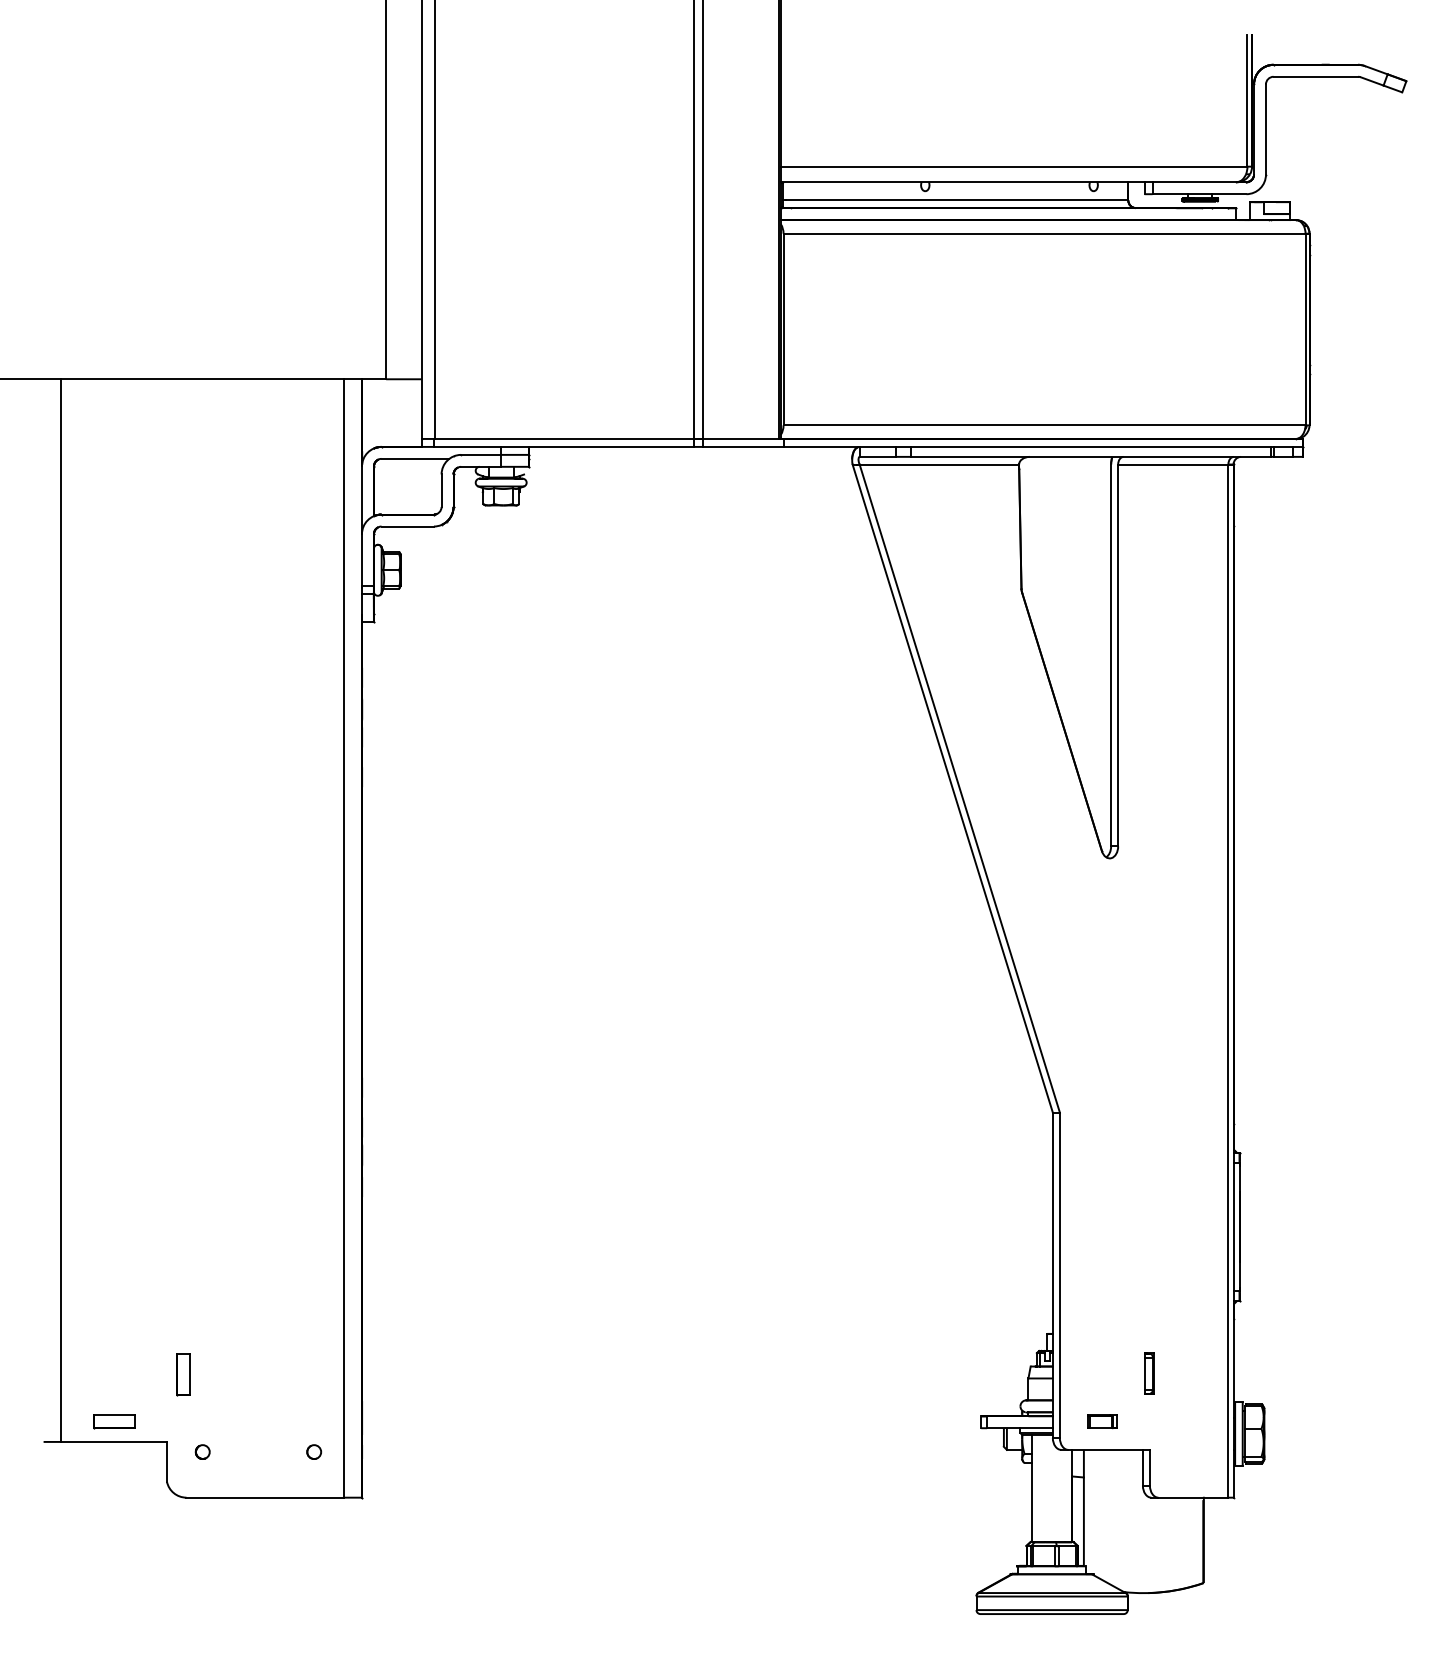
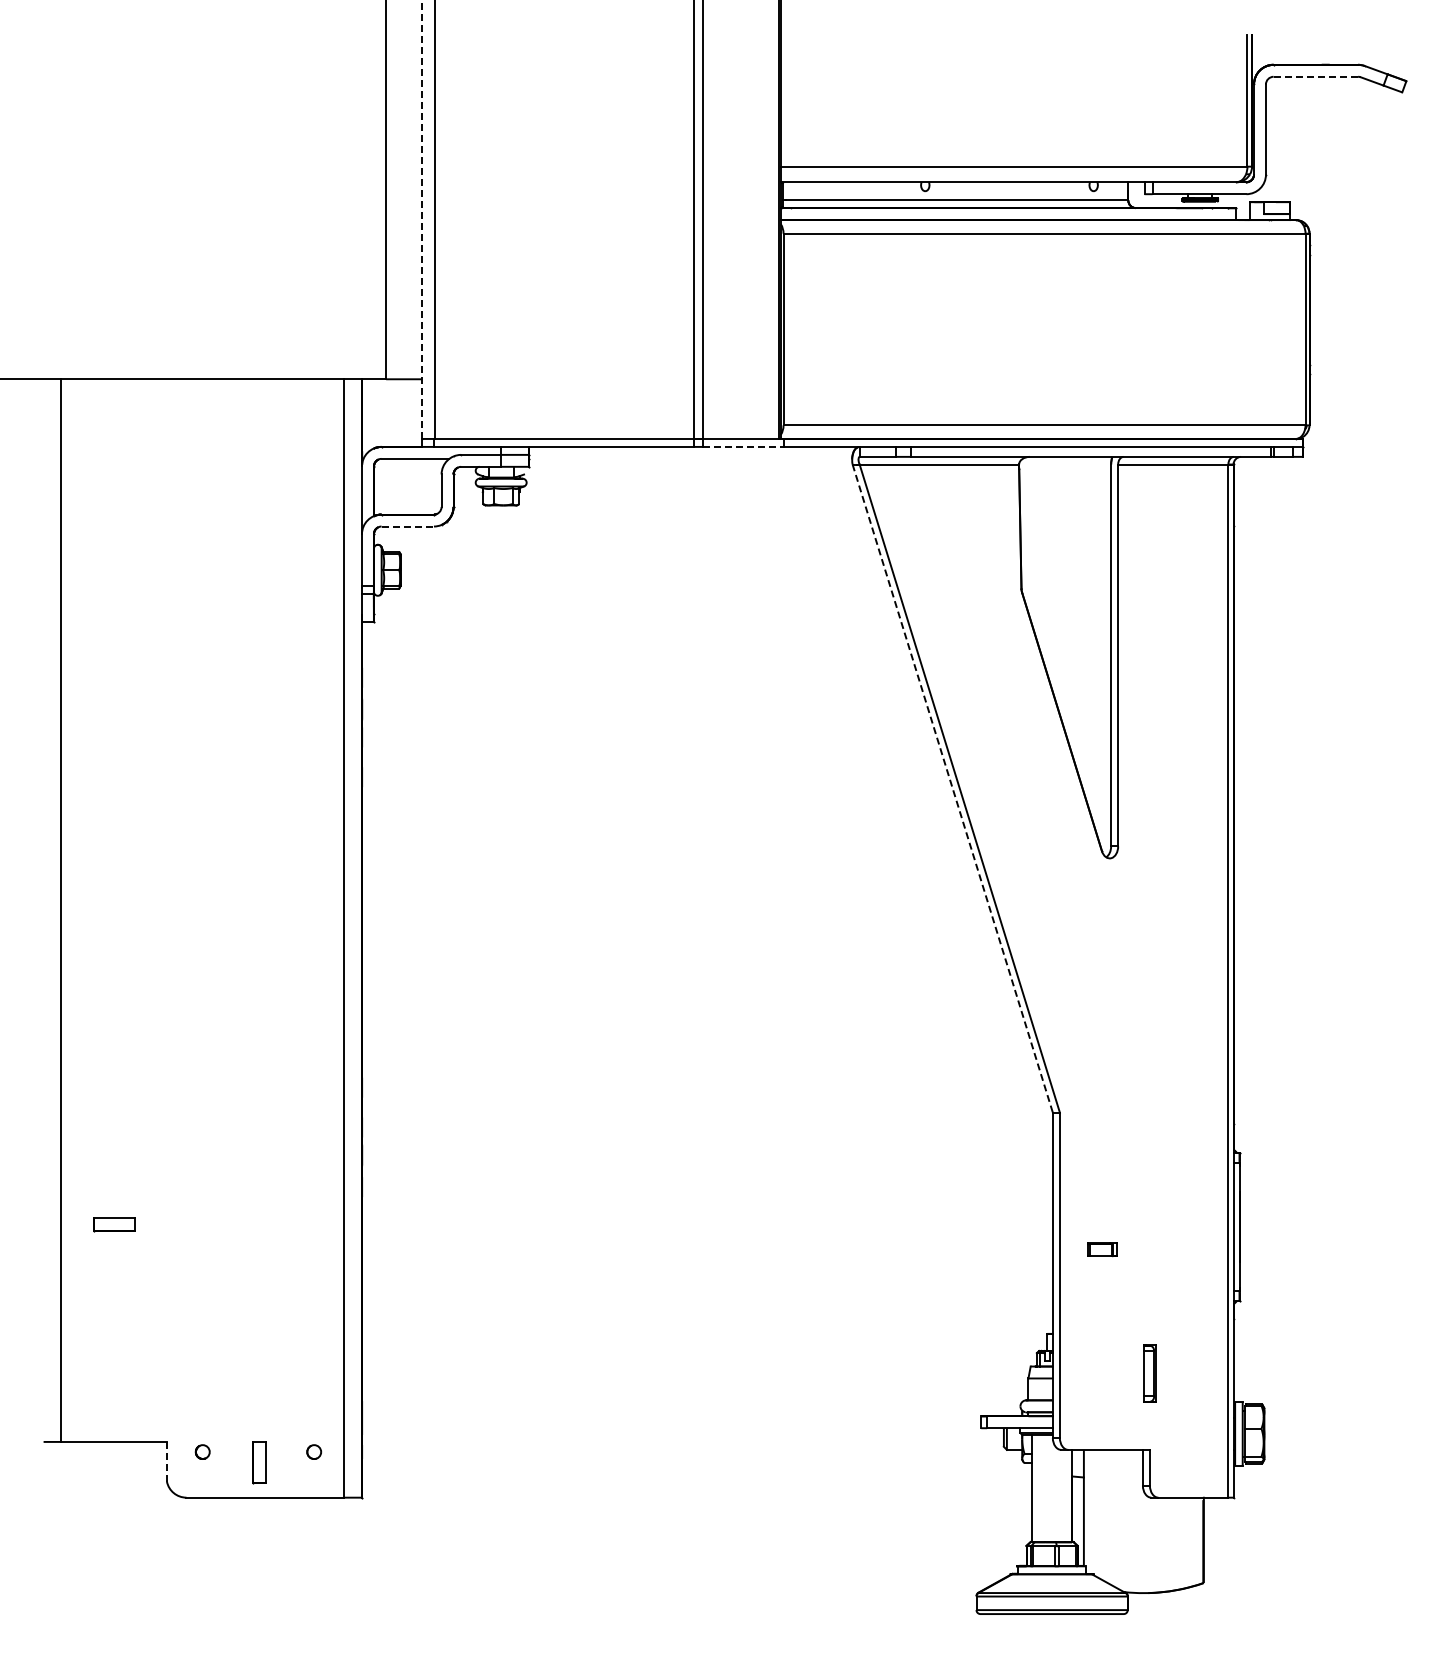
line at (1316, 76): solid -> dashed
line at (421, 219): solid -> dashed
line at (743, 446): solid -> dashed
line at (408, 526): solid -> dashed
line at (952, 789): solid -> dashed
part at (1149, 1373) size: 11x43 px -> 14x59 px
part at (183, 1374) position: (183, 1374) -> (259, 1462)
part at (114, 1421) position: (114, 1421) -> (114, 1224)
part at (1102, 1421) position: (1102, 1421) -> (1102, 1249)
line at (166, 1461): solid -> dashed
